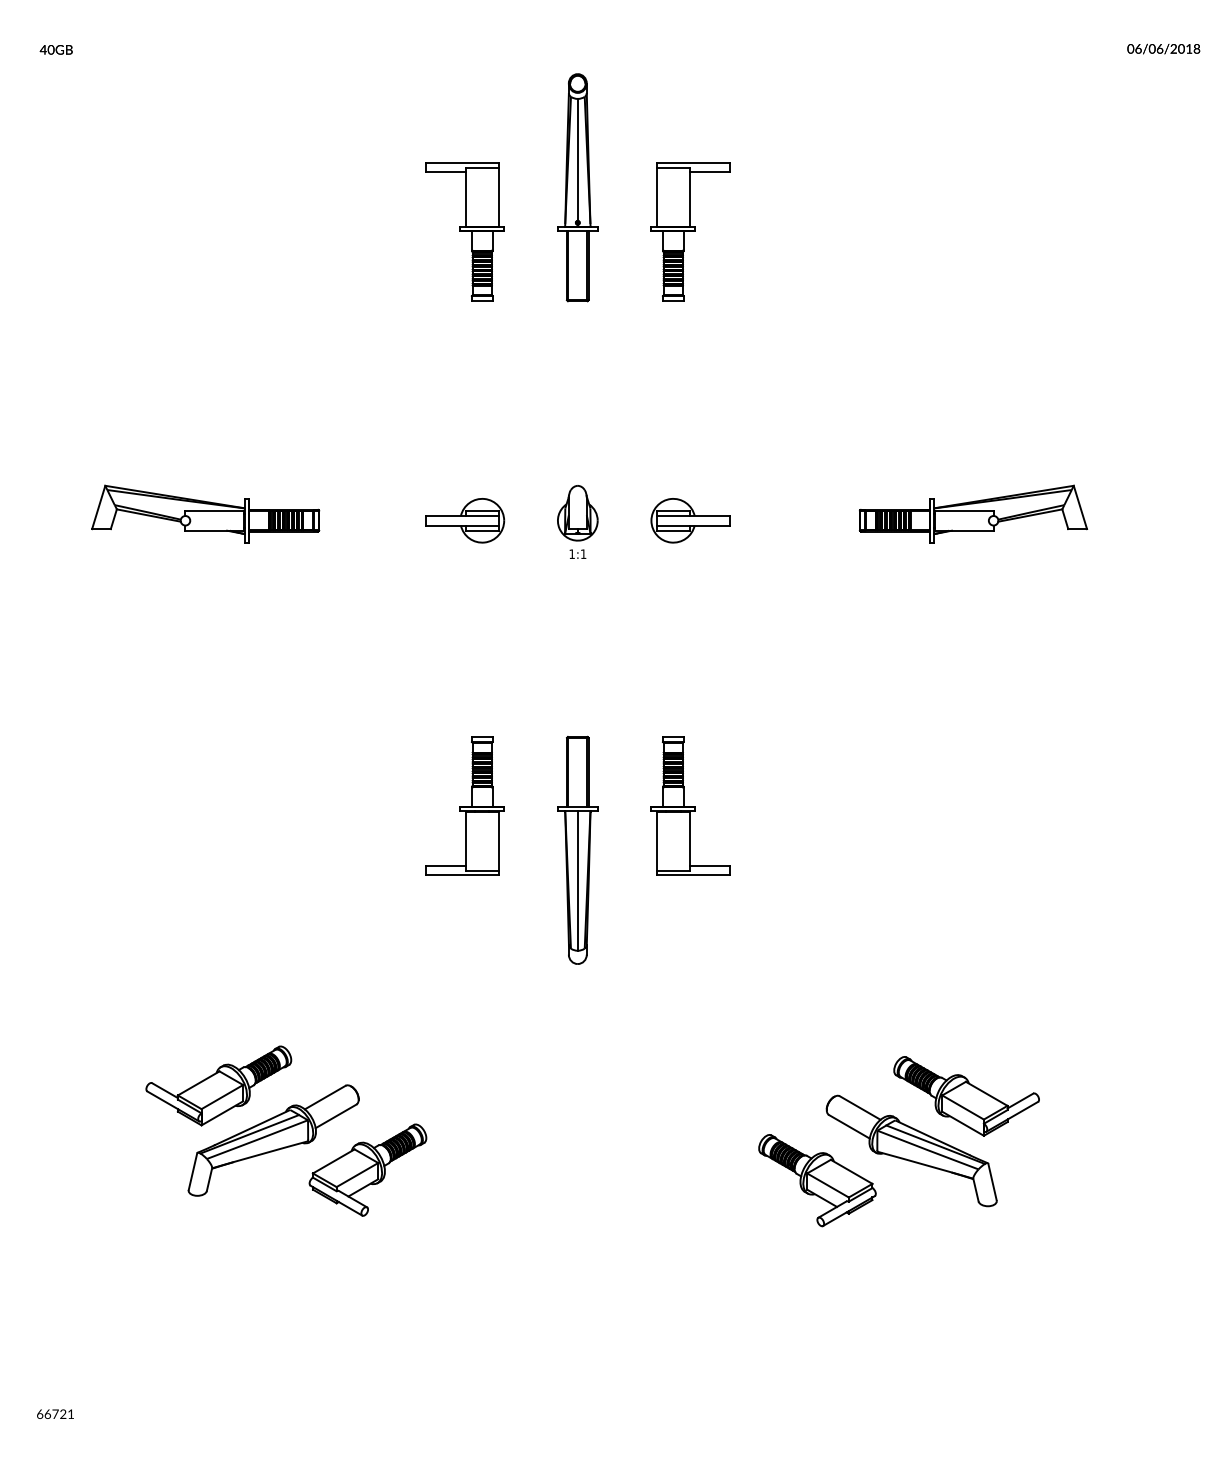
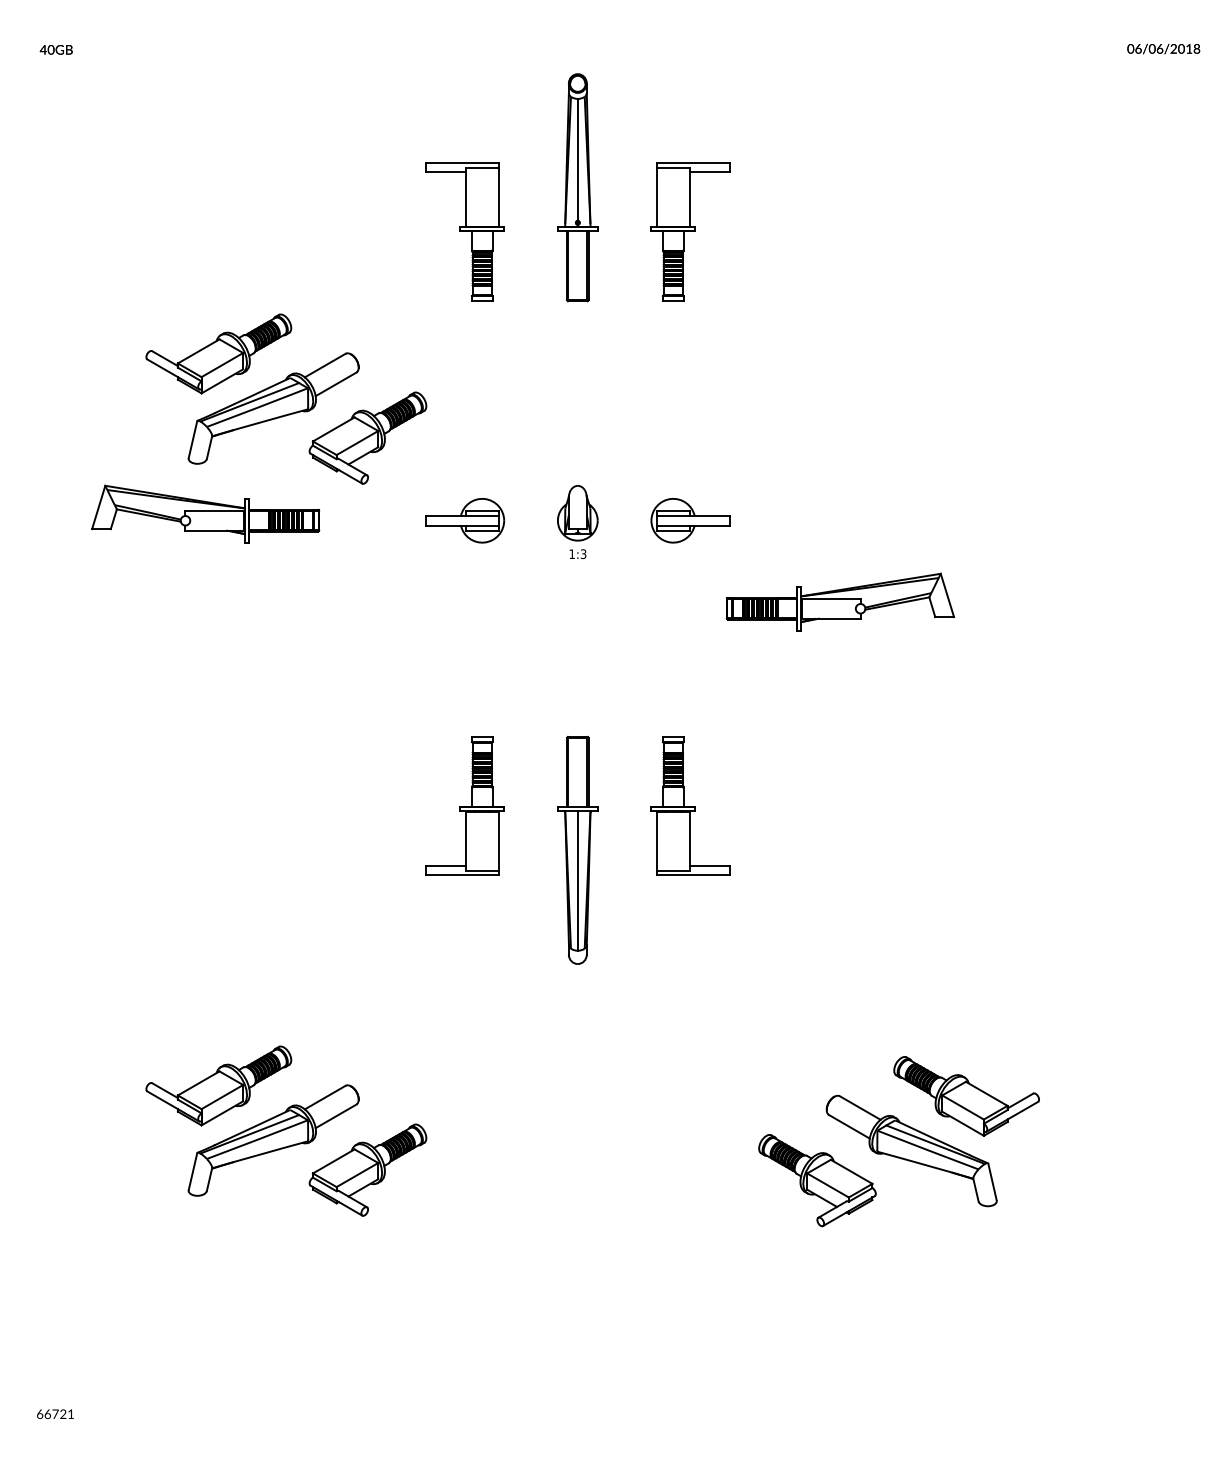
part at (286, 398): none -> present
part at (973, 513) position: (973, 513) -> (840, 601)
text at (583, 554): 1:1 -> 1:3
